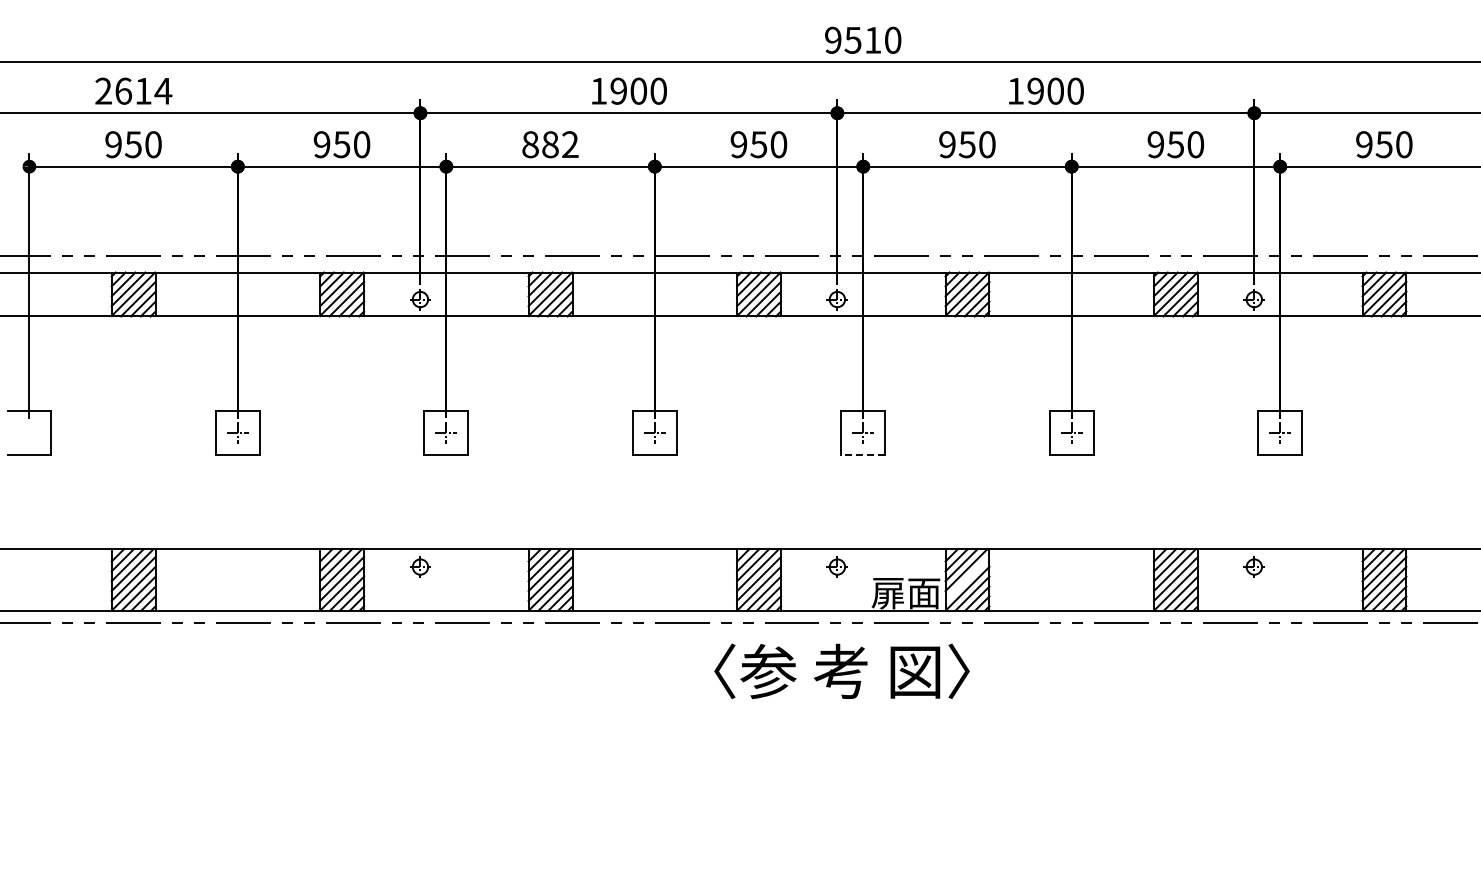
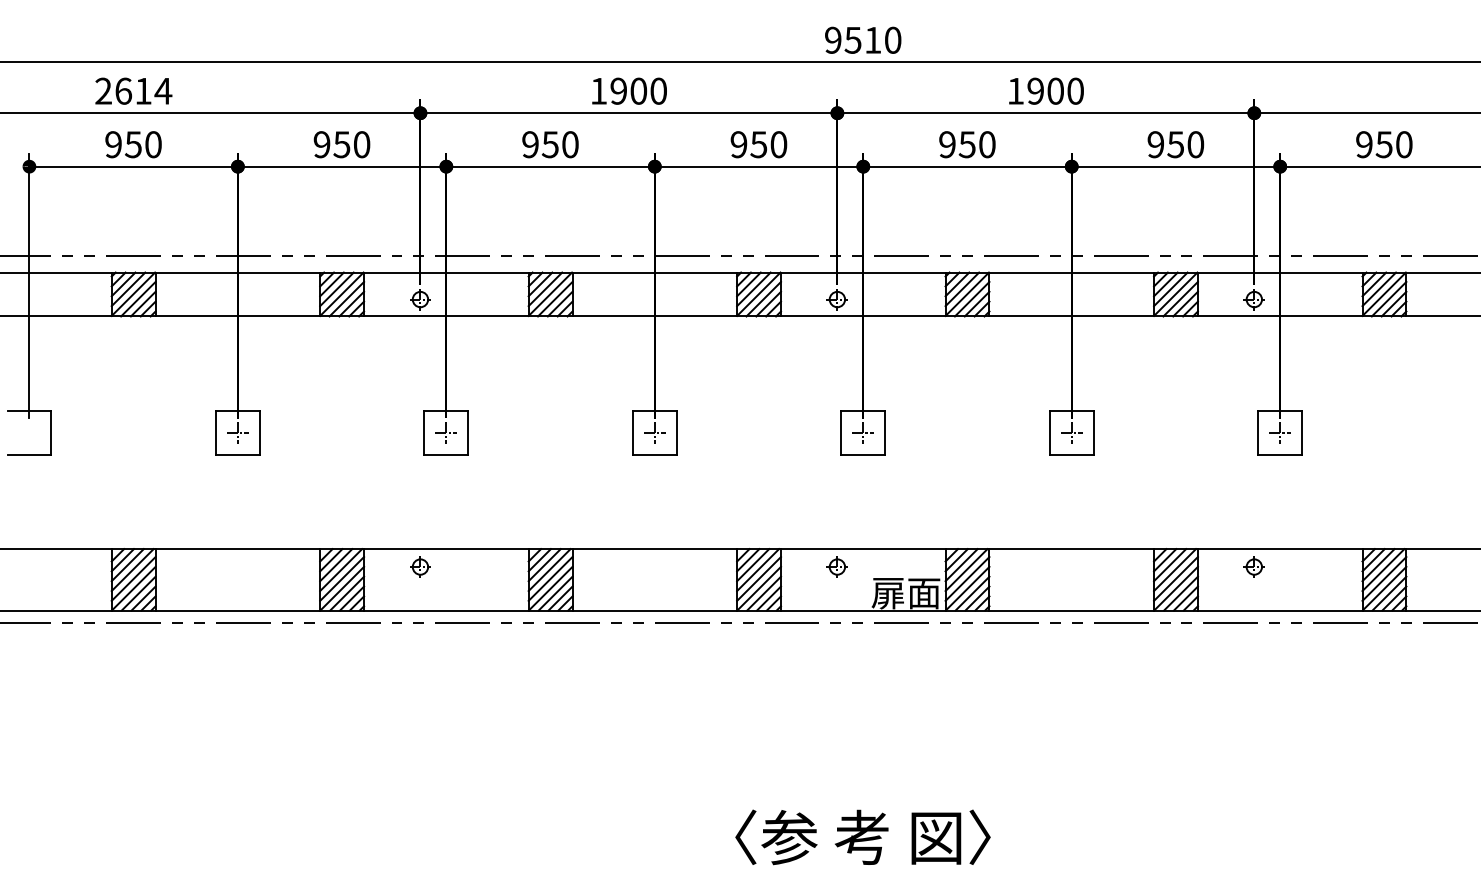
text at (550, 144): 882 -> 950
line at (863, 455): dashed -> solid
line at (967, 578): none -> present
text at (841, 671) position: (841, 671) -> (862, 837)
